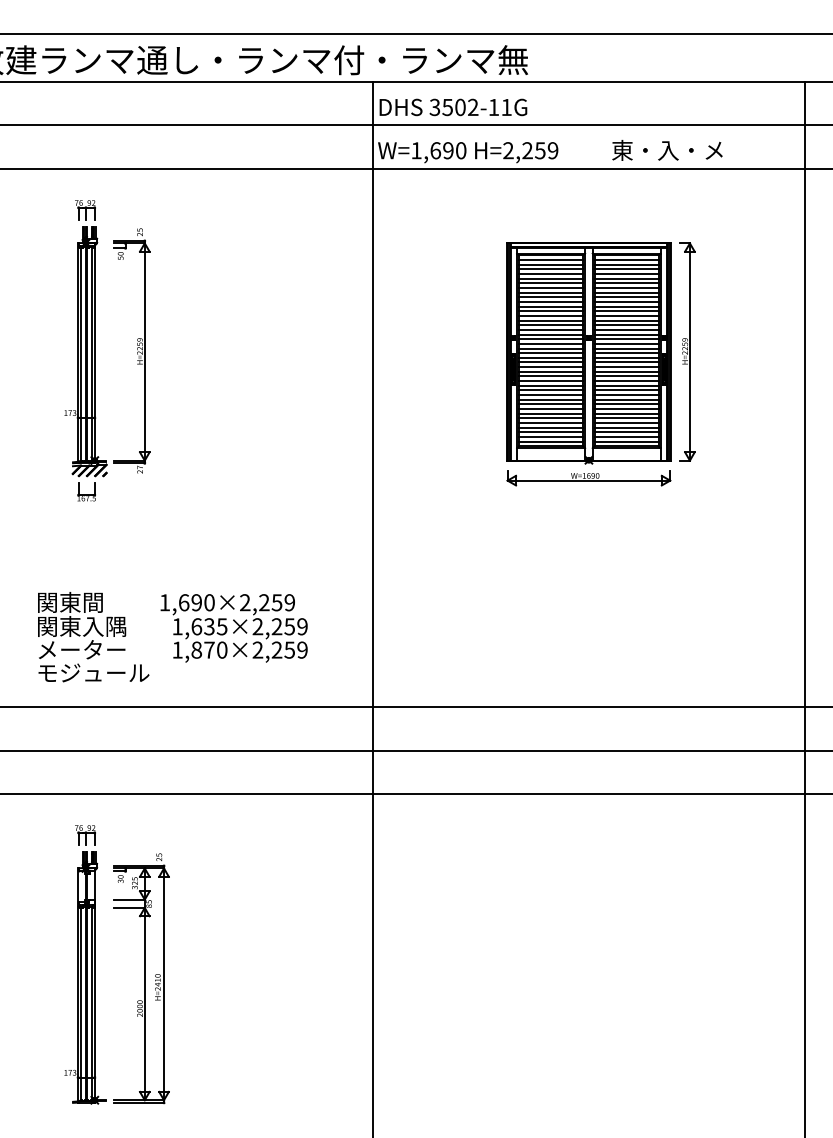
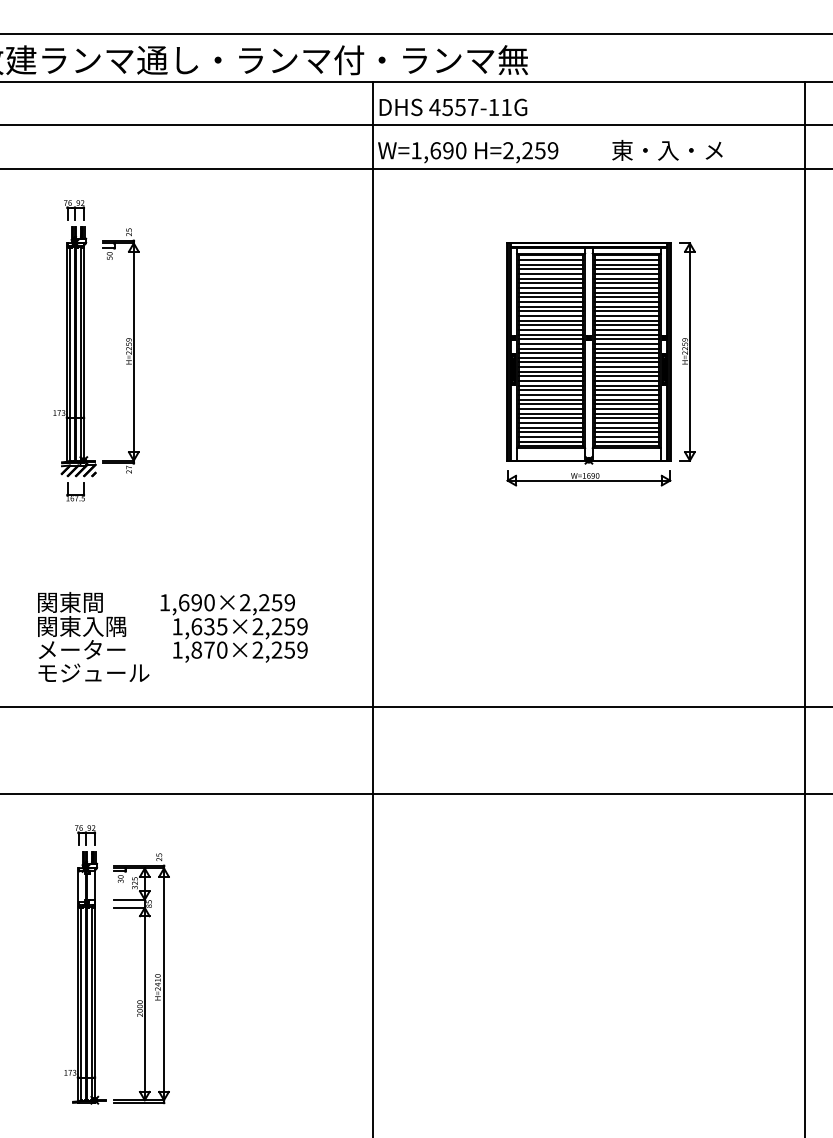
text at (453, 107): 3502-11G -> 4557-11G
part at (95, 350) position: (95, 350) -> (84, 350)
line at (415, 750): present -> none
